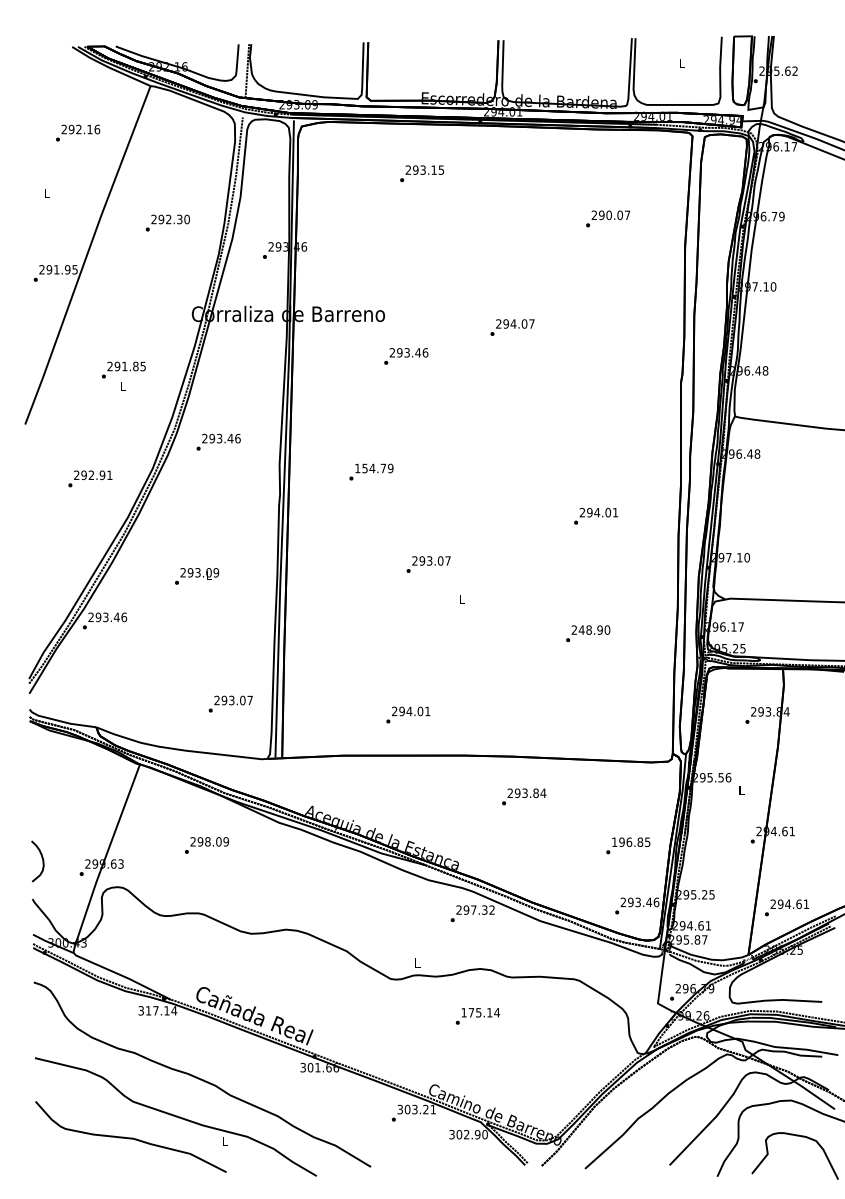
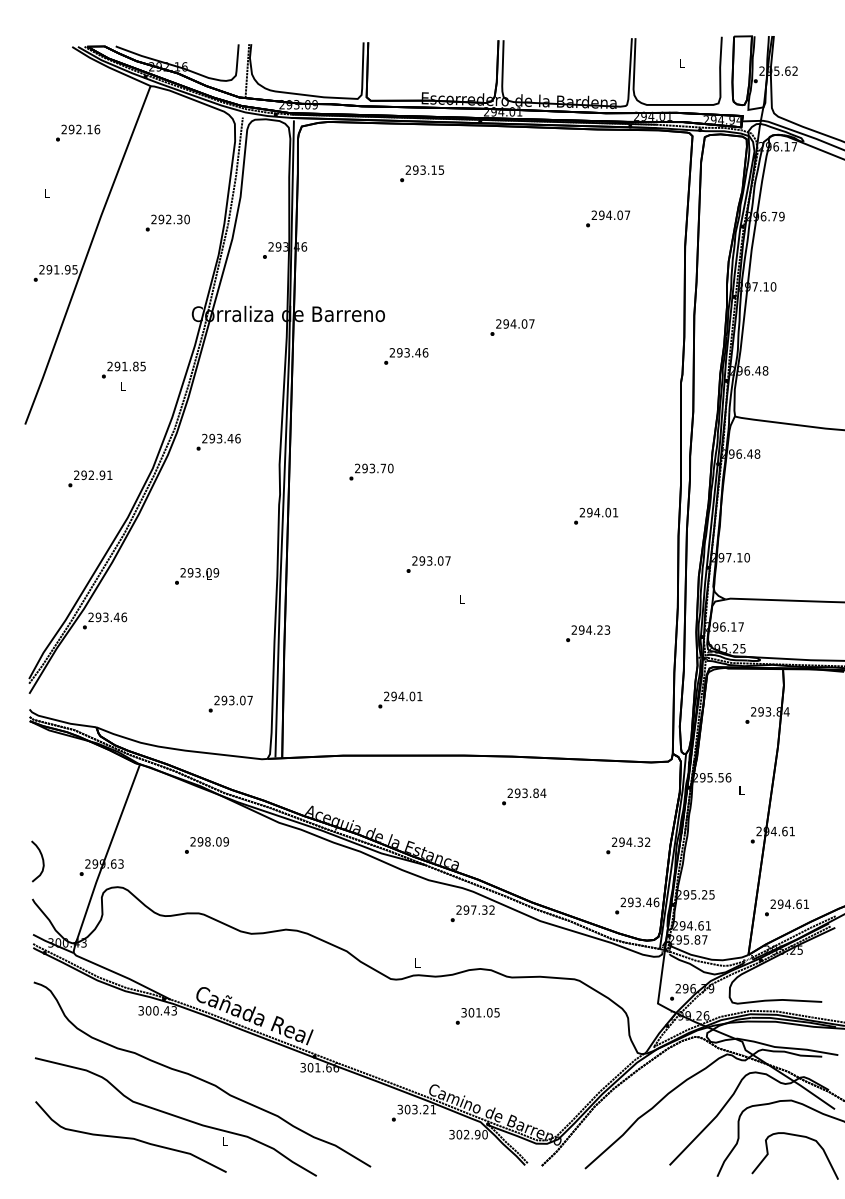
text at (609, 215): 290.07 -> 294.07
text at (374, 468): 154.79 -> 293.70
text at (594, 629): 248.90 -> 294.23
text at (408, 714) position: (408, 714) -> (400, 699)
text at (630, 841): 196.85 -> 294.32
text at (161, 1010): 317.14 -> 300.43
text at (480, 1012): 175.14 -> 301.05
